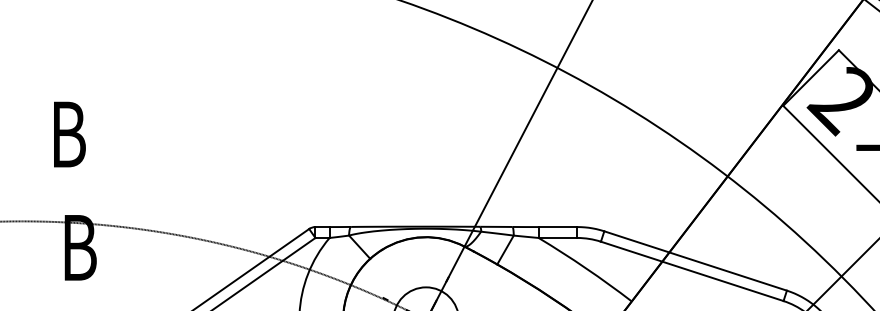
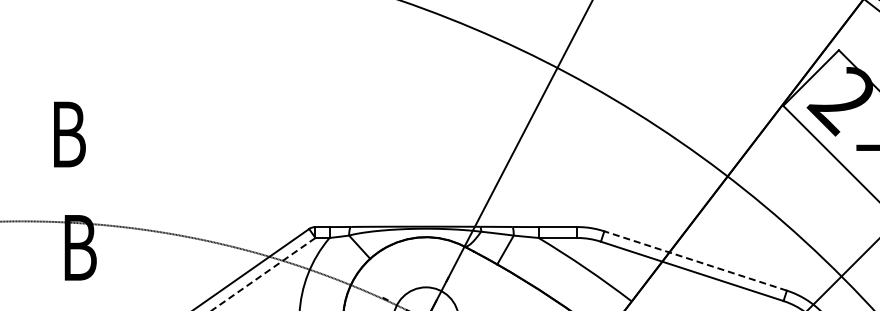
line at (695, 260): solid -> dashed
line at (263, 274): solid -> dashed
